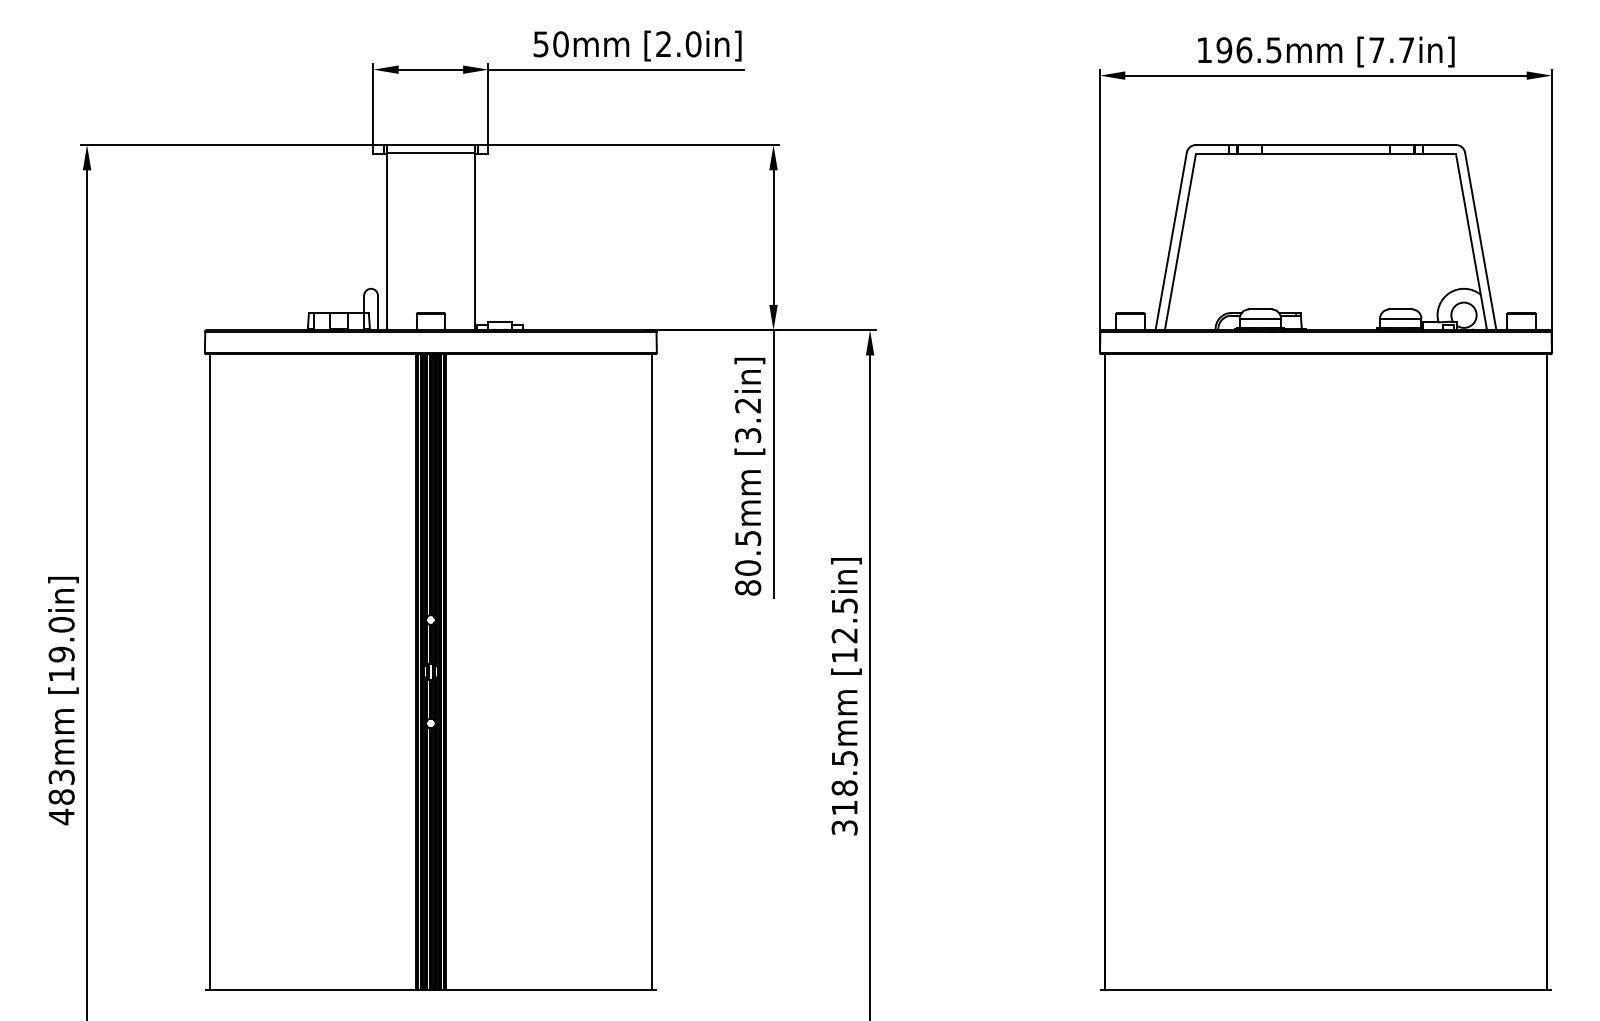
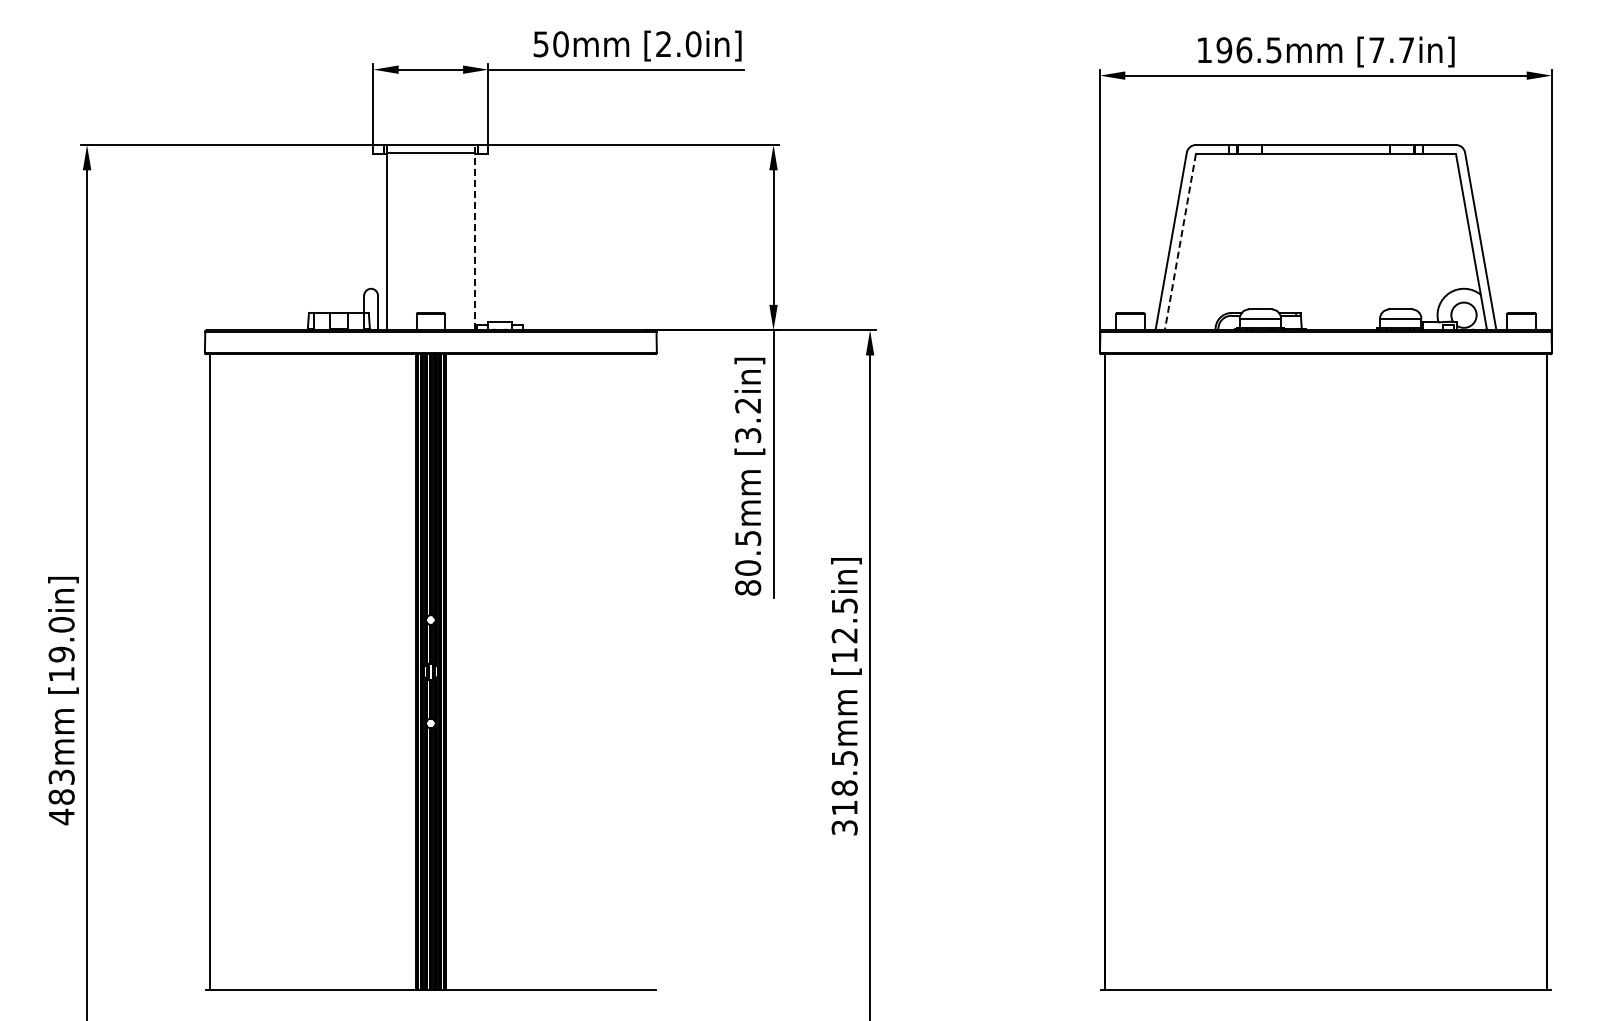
line at (474, 237): solid -> dashed
line at (1180, 242): solid -> dashed
line at (652, 672): present -> none
